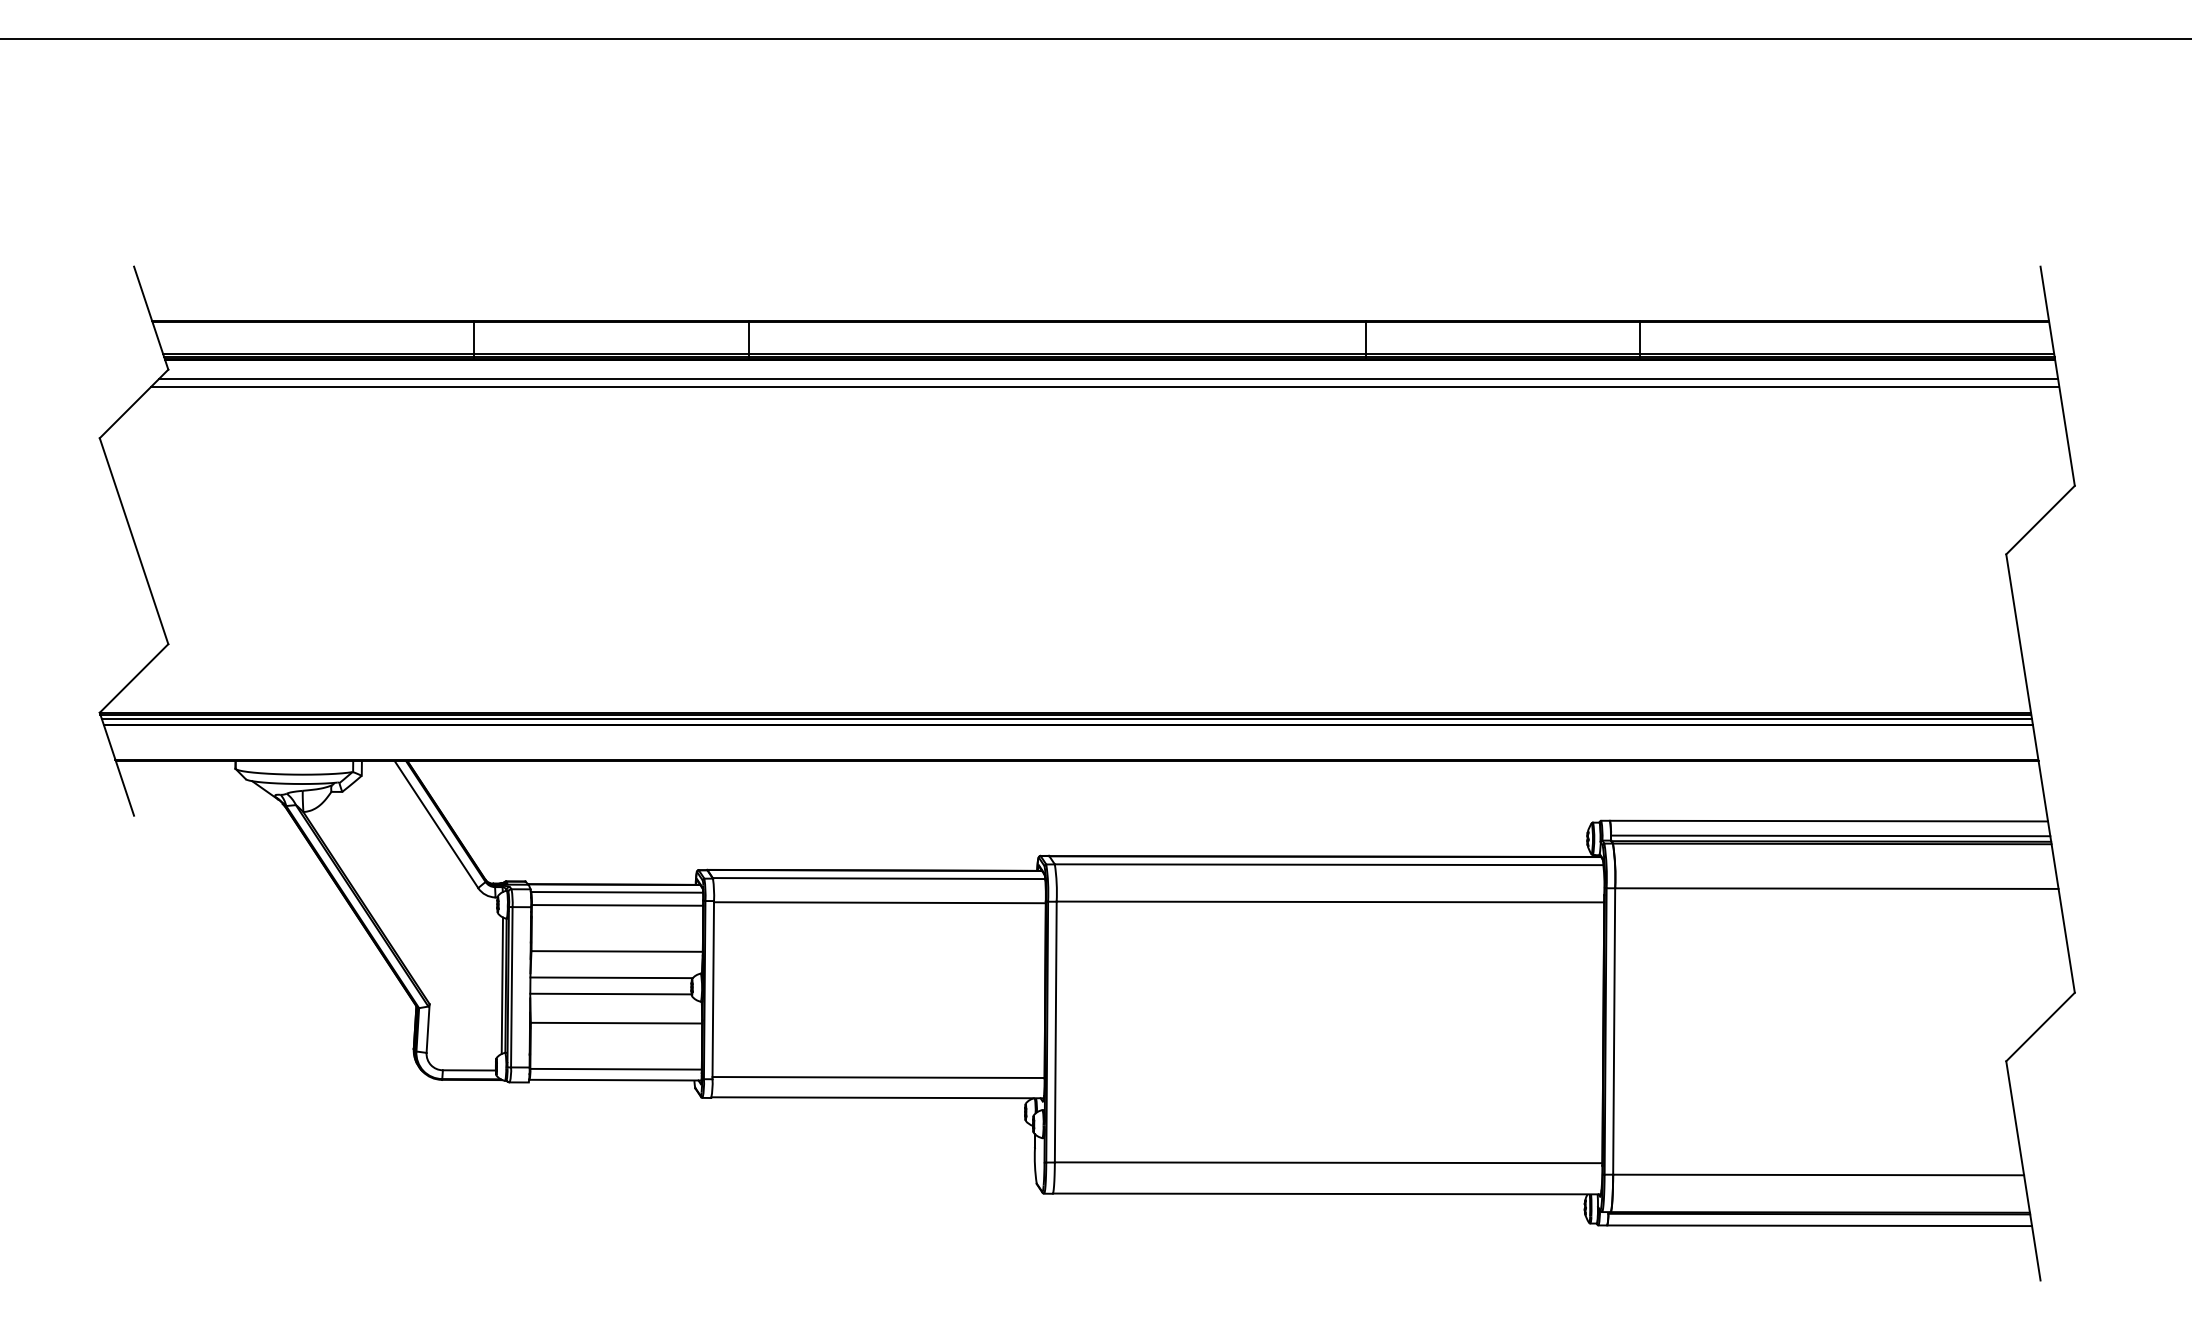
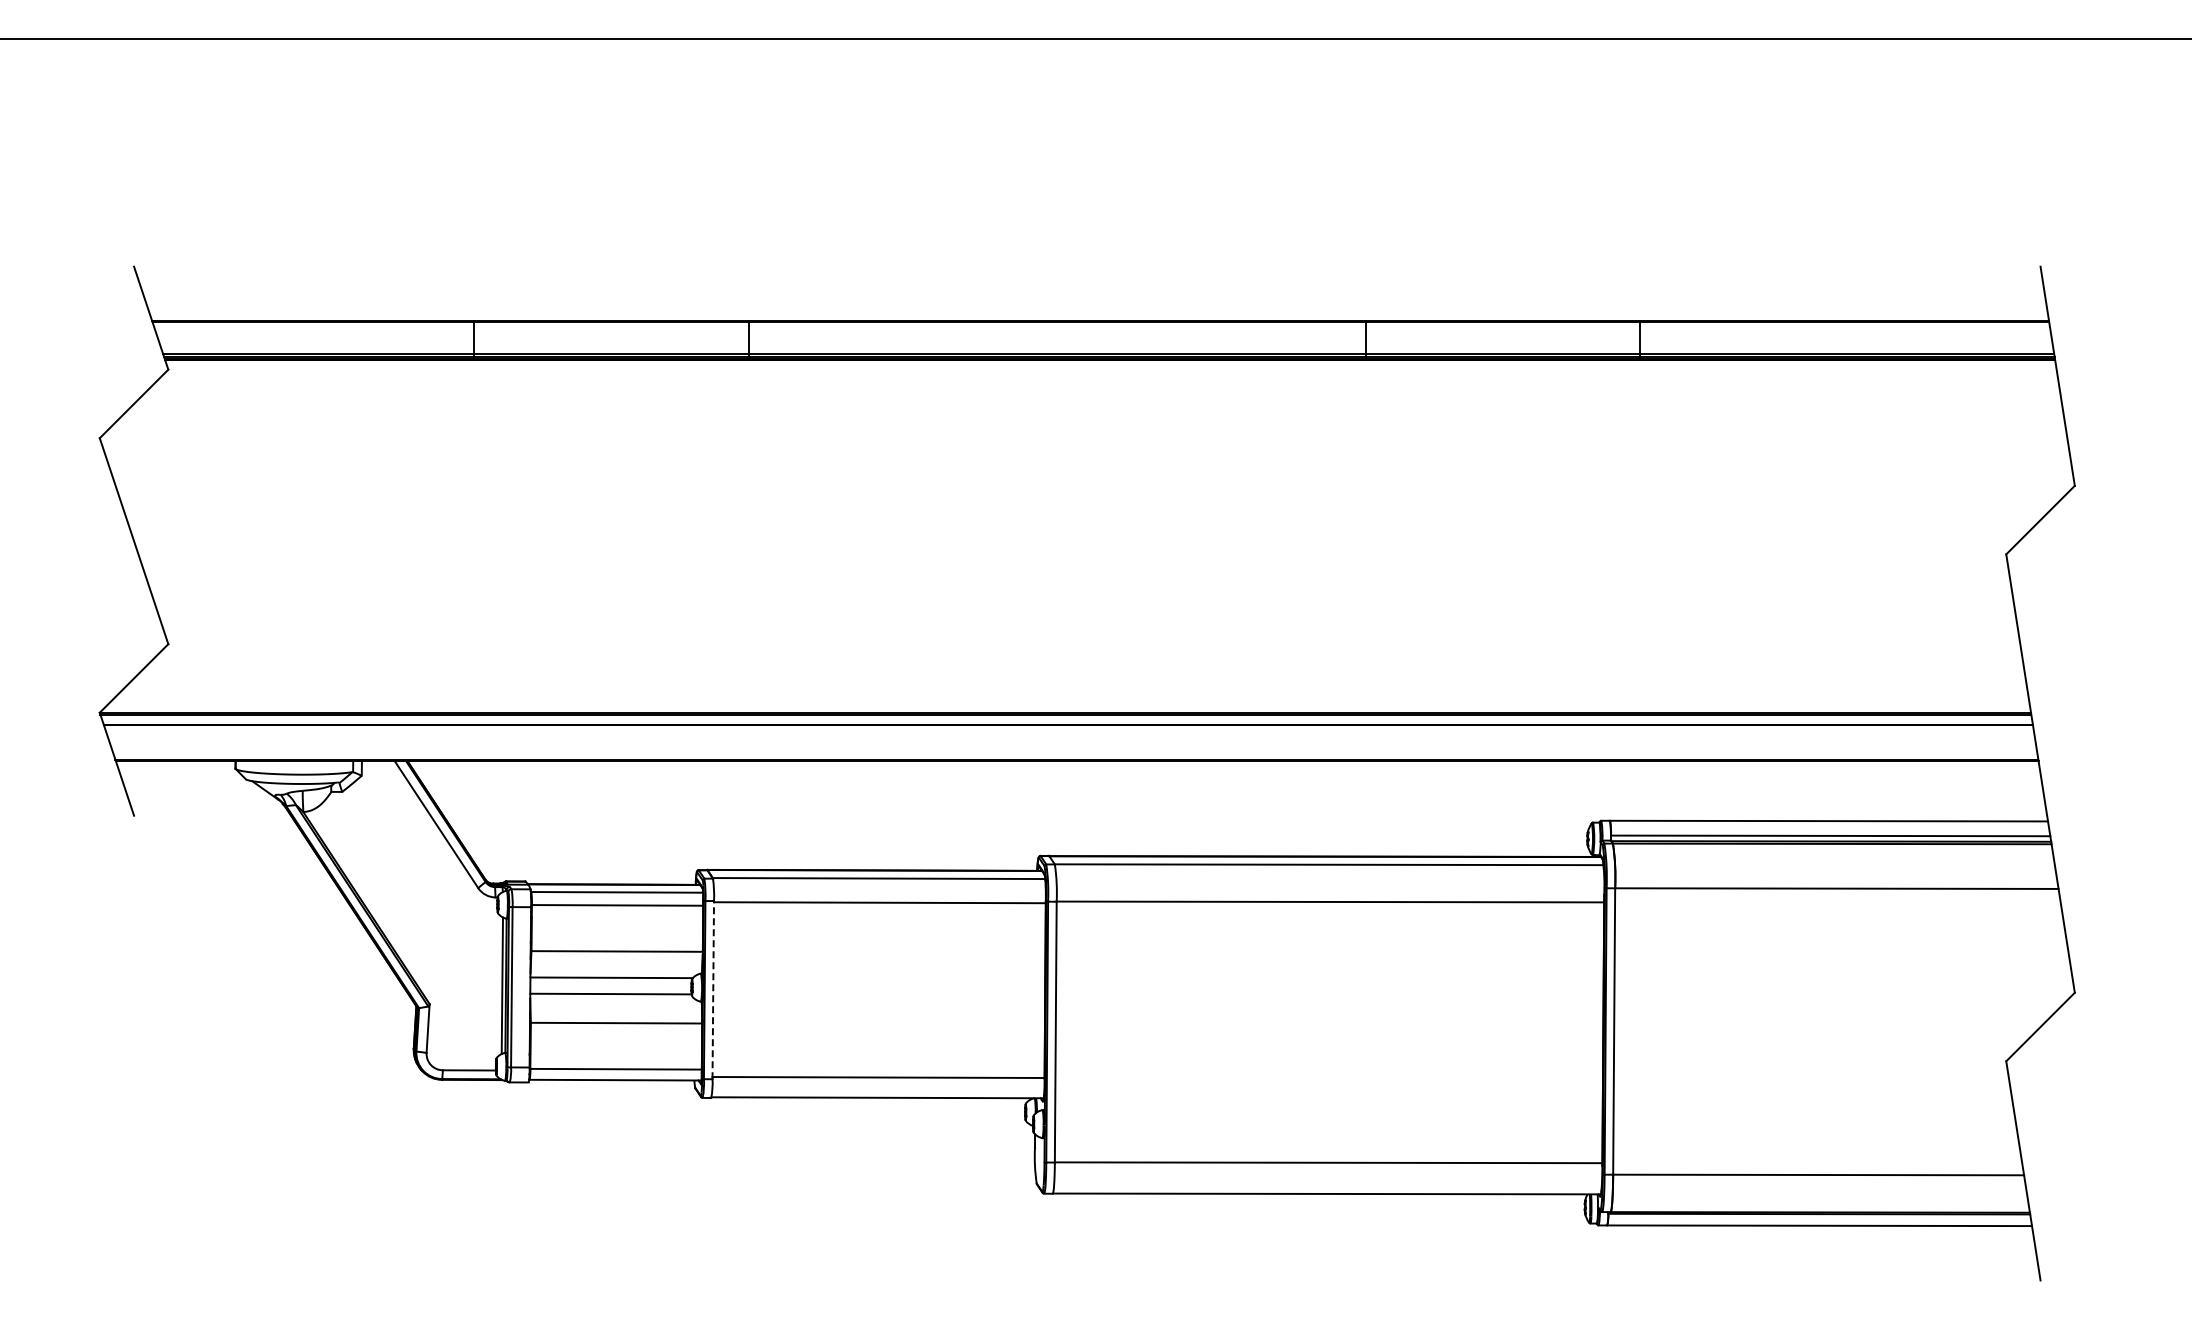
line at (1108, 378): present -> none
line at (1105, 386): present -> none
line at (1066, 718): present -> none
line at (713, 989): solid -> dashed
